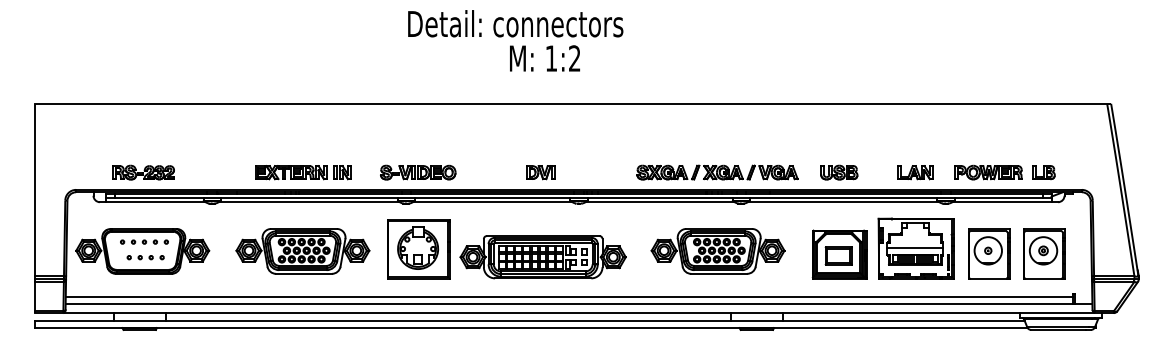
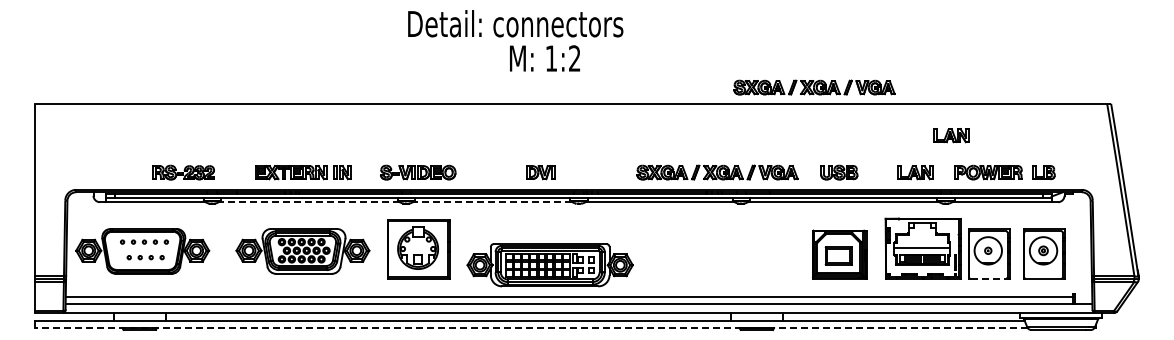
part at (814, 87): none -> present
part at (951, 135): none -> present
part at (143, 172) position: (143, 172) -> (183, 172)
line at (308, 202): solid -> dashed
line at (492, 202): solid -> dashed
part at (915, 248) position: (915, 248) -> (922, 248)
part at (717, 251): present -> none
part at (542, 257) position: (542, 257) -> (549, 265)
line at (988, 278): solid -> dashed
line at (530, 327): solid -> dashed
